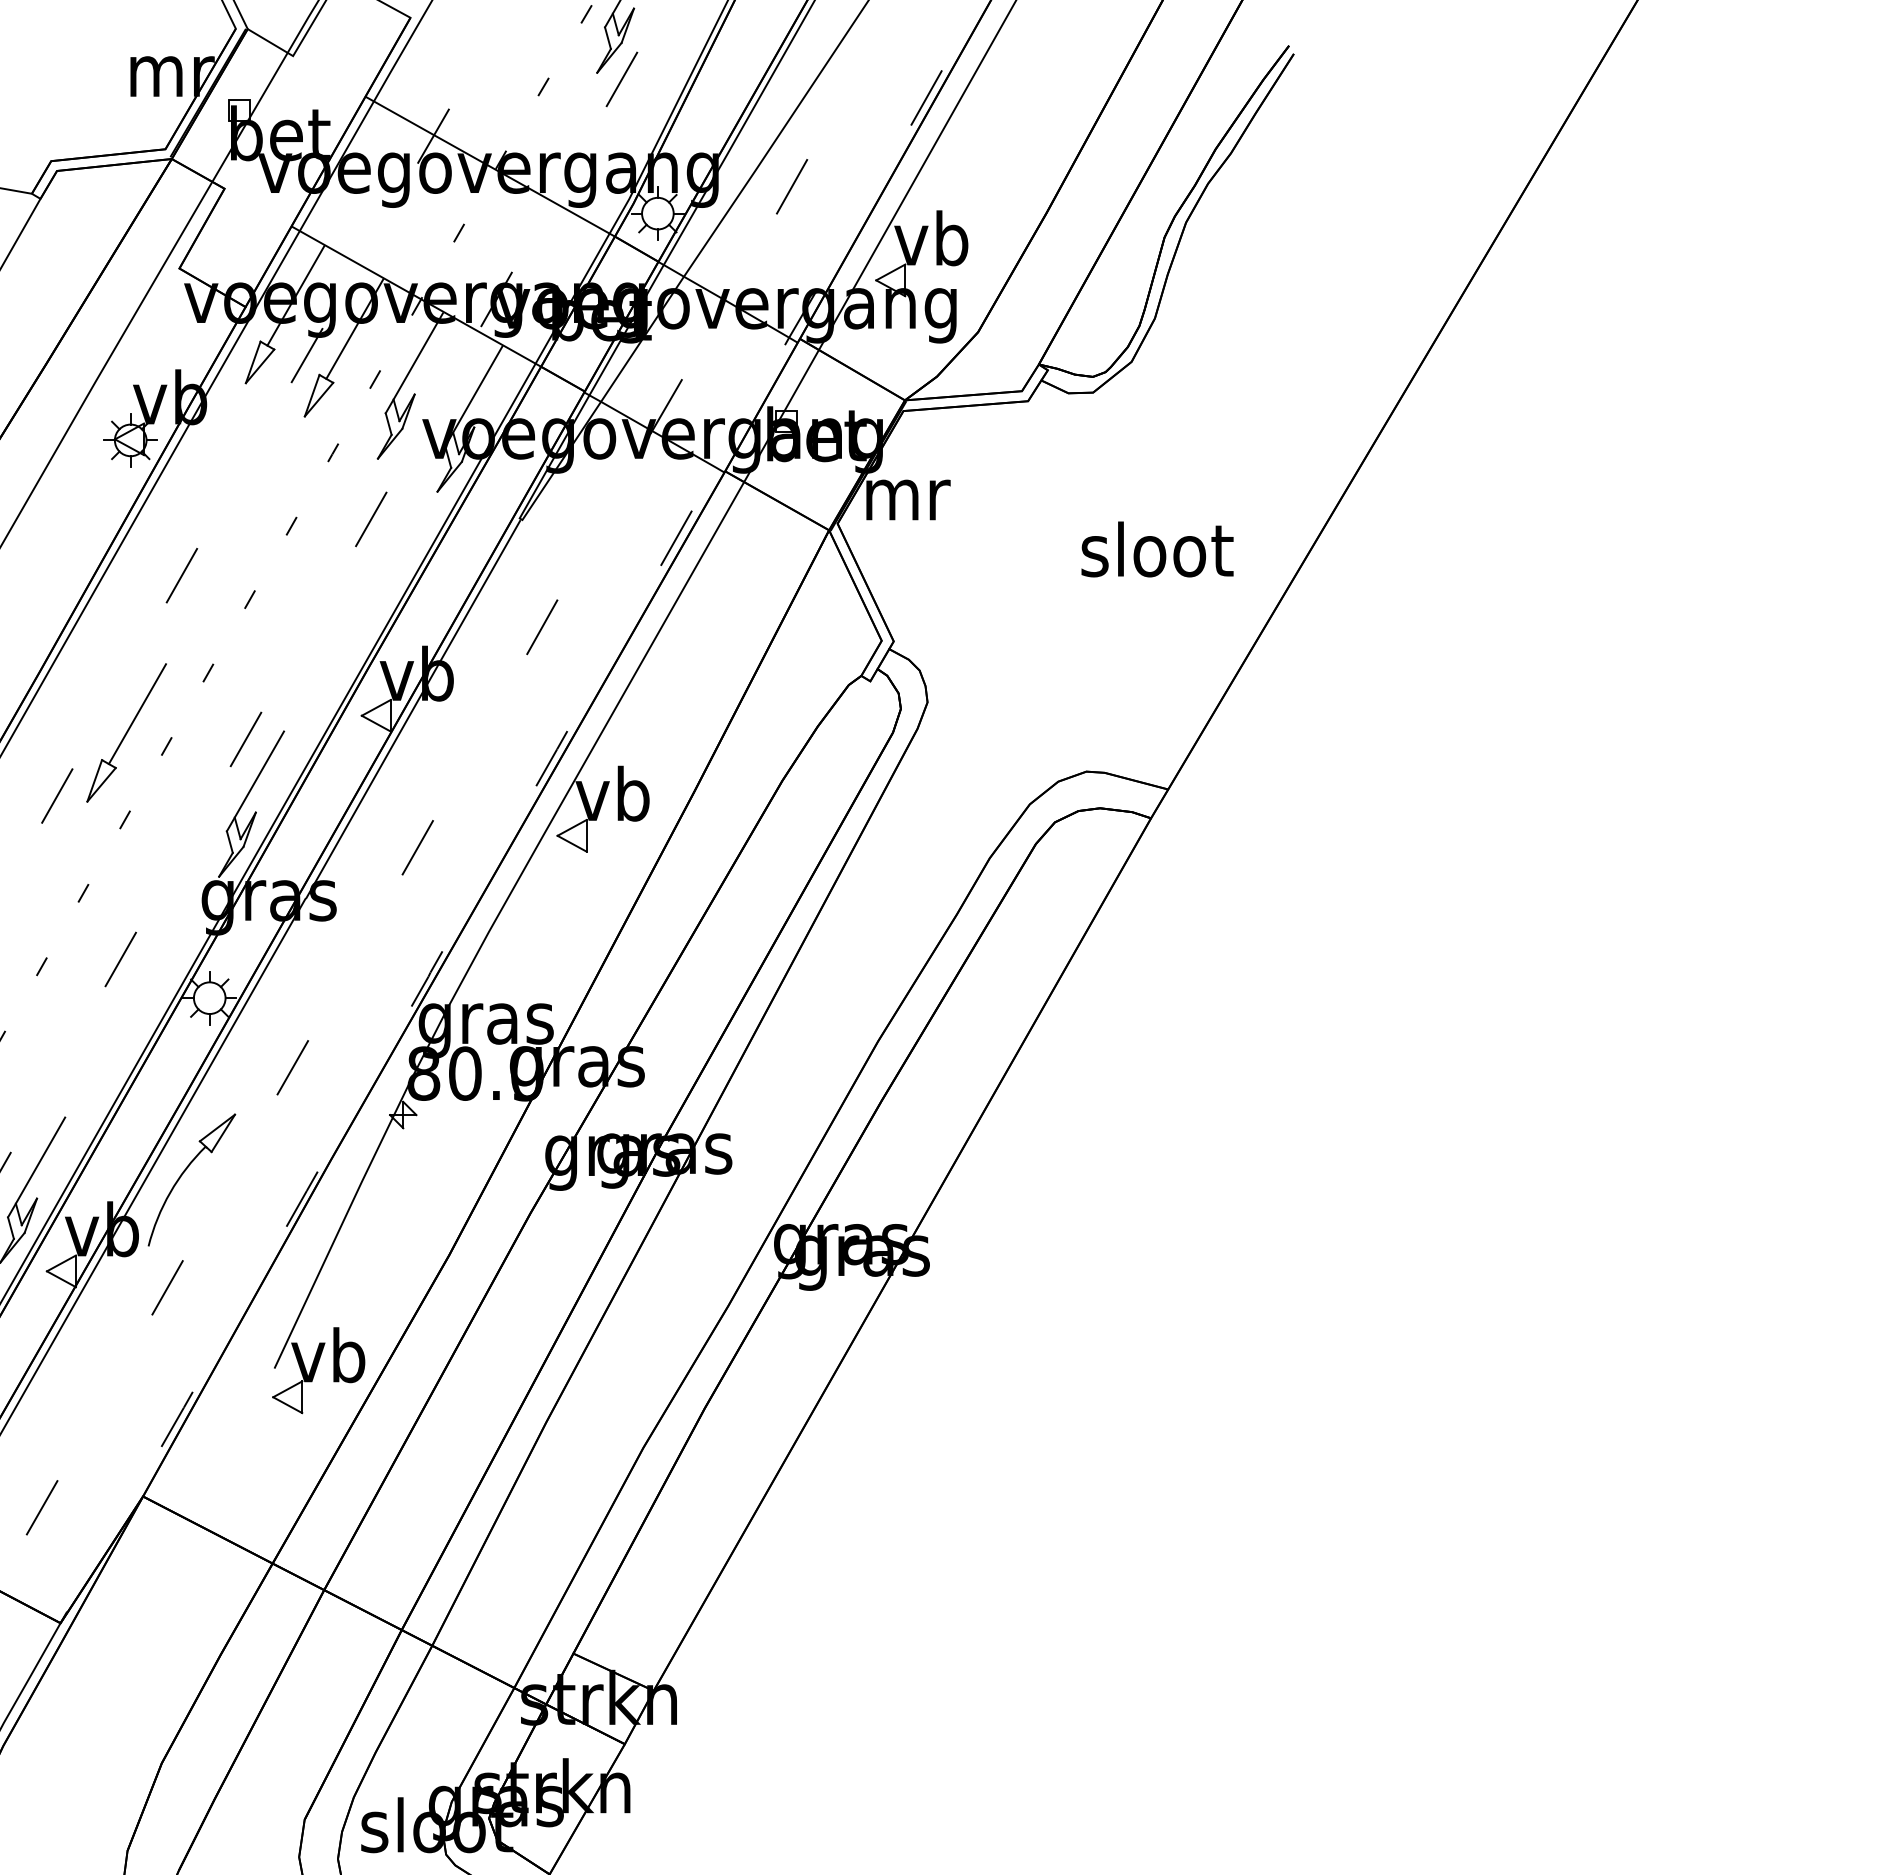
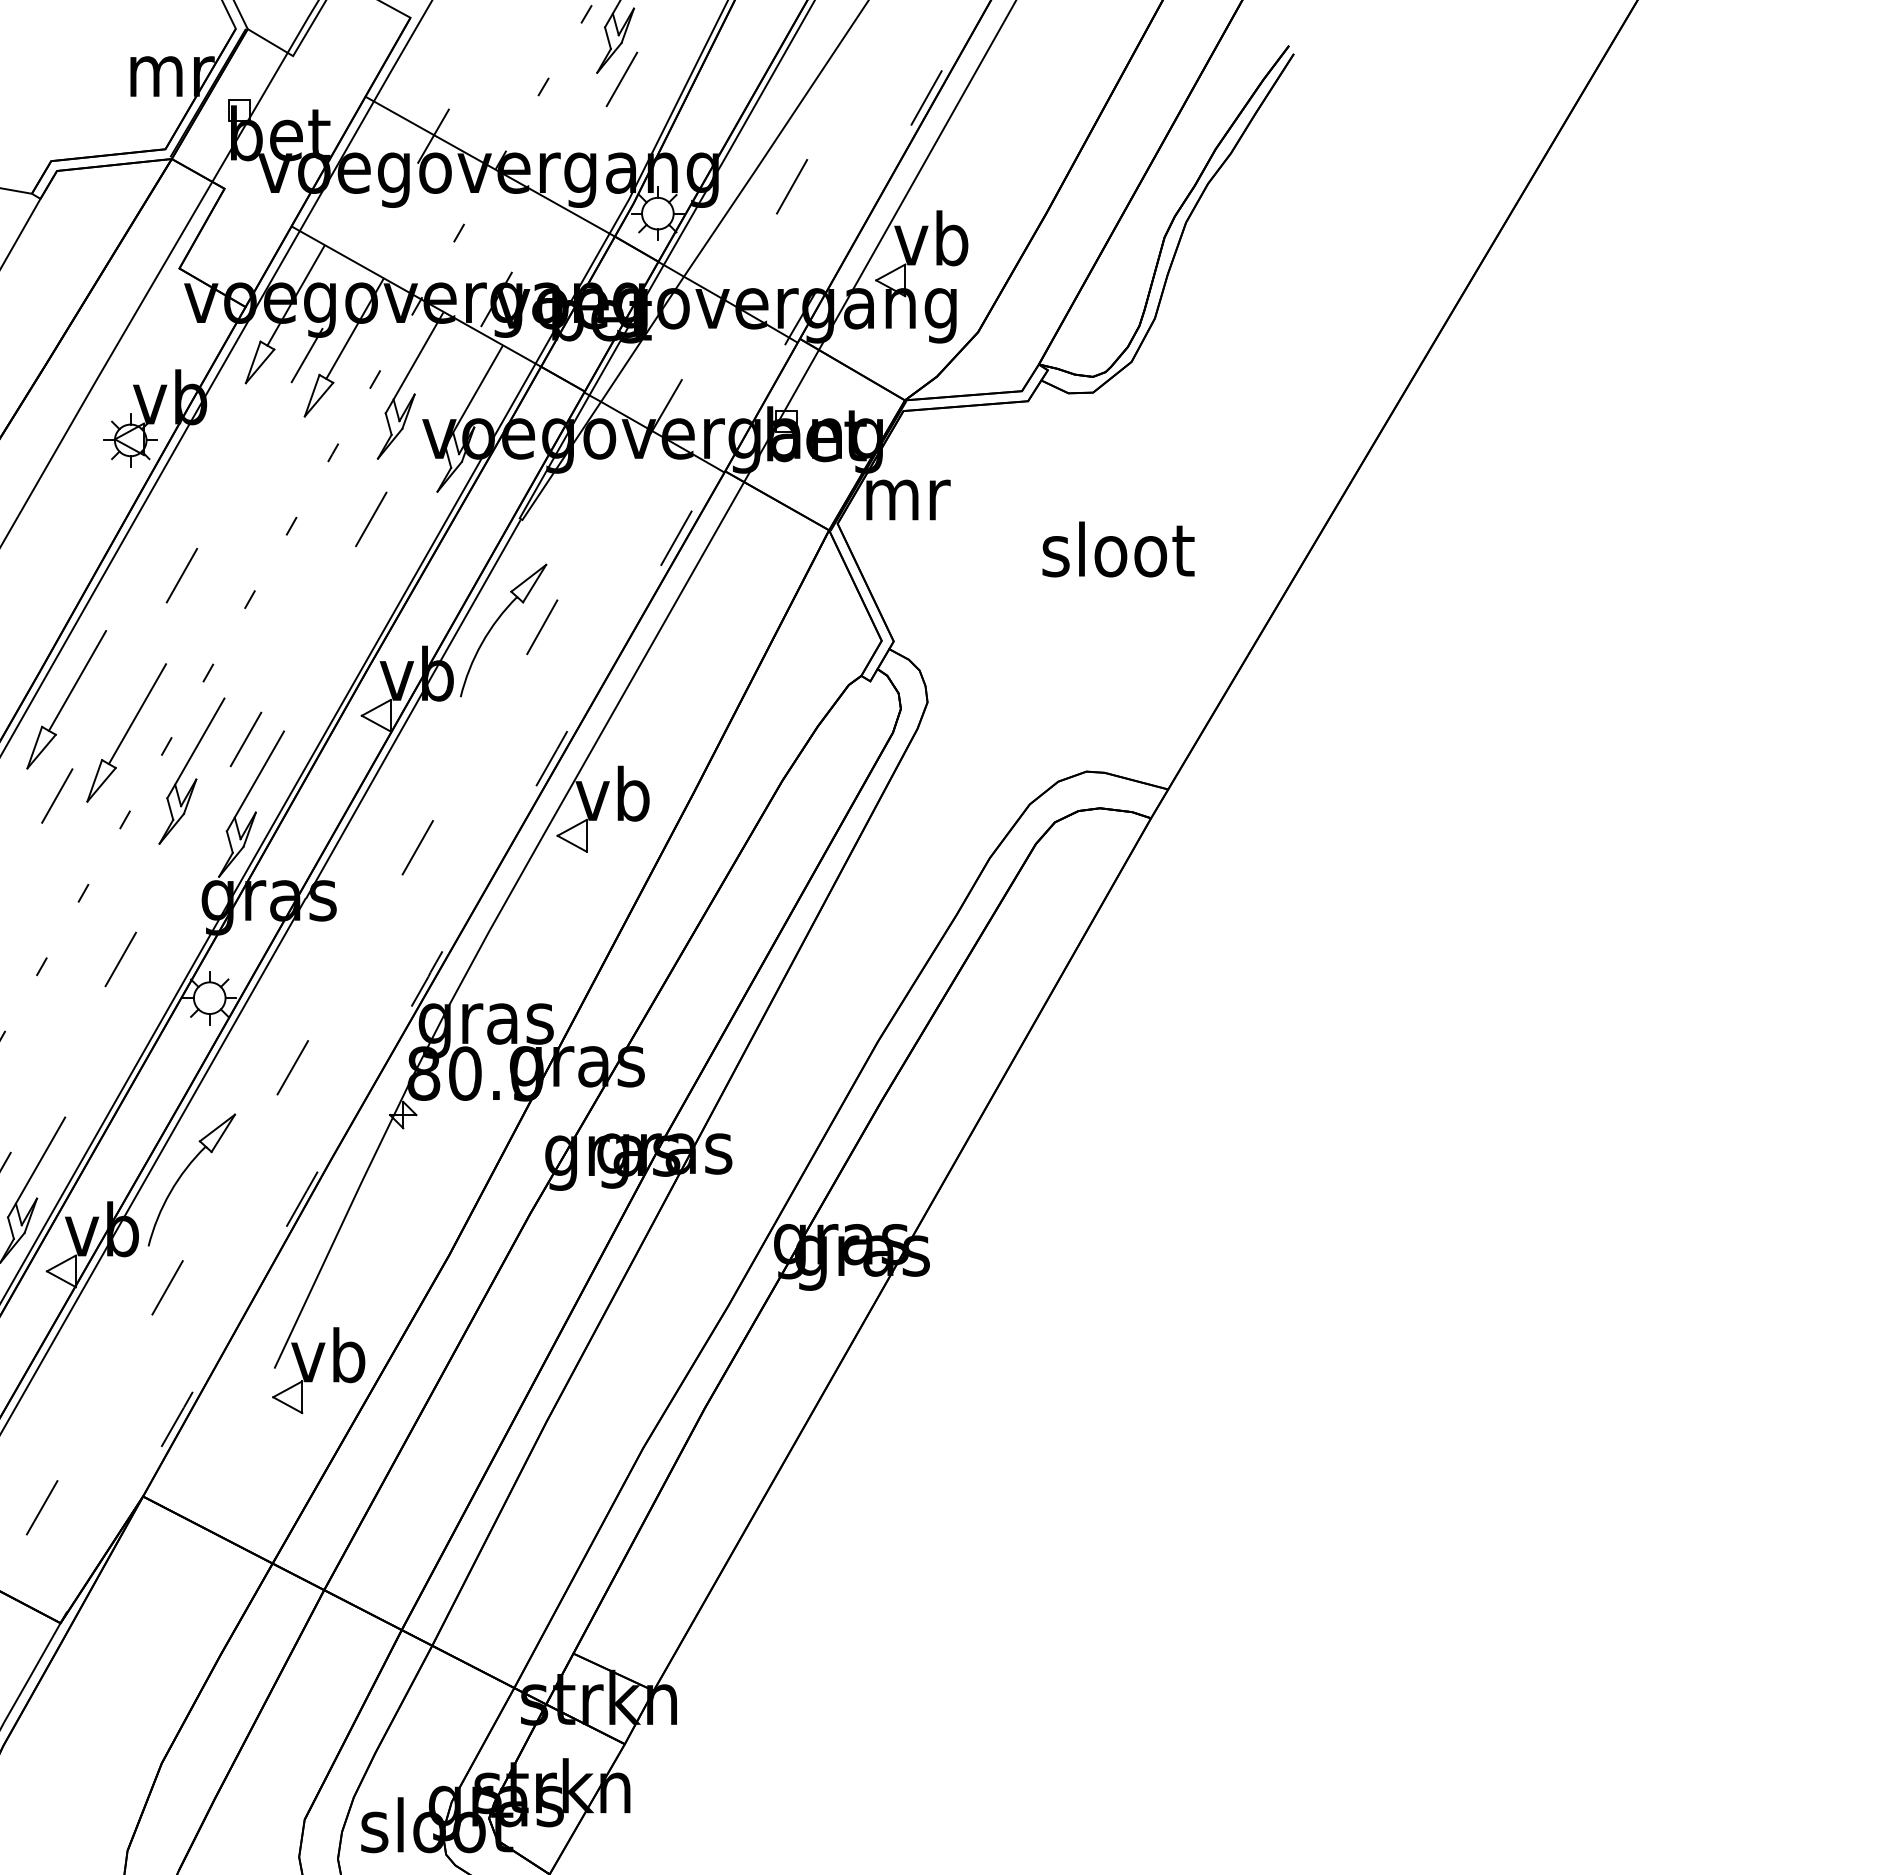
text at (1157, 549) position: (1157, 549) -> (1118, 549)
part at (495, 624): none -> present
part at (66, 699): none -> present
part at (191, 770): none -> present
